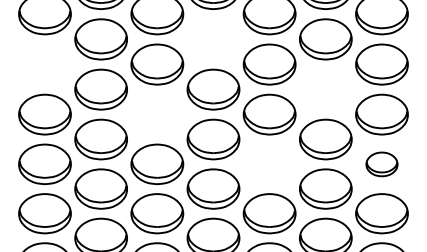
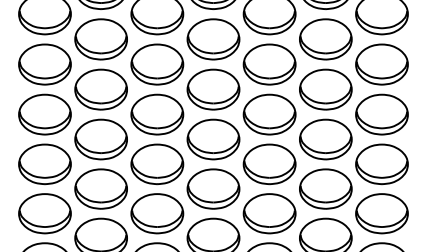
part at (213, 39): none -> present
part at (44, 64): none -> present
part at (325, 89): none -> present
part at (157, 114): none -> present
part at (269, 164): none -> present
part at (381, 164) size: 34x27 px -> 54x43 px
